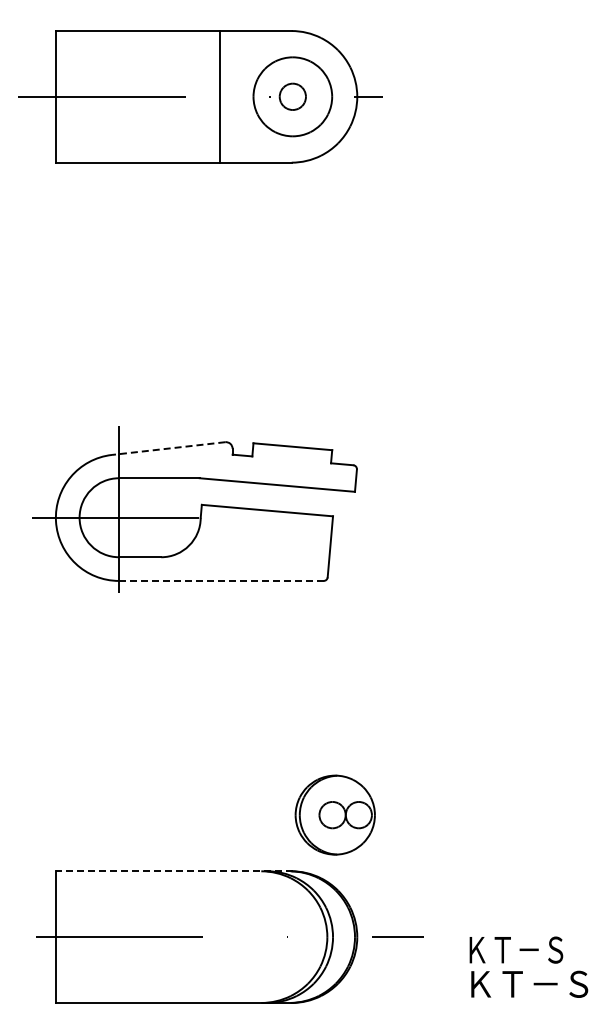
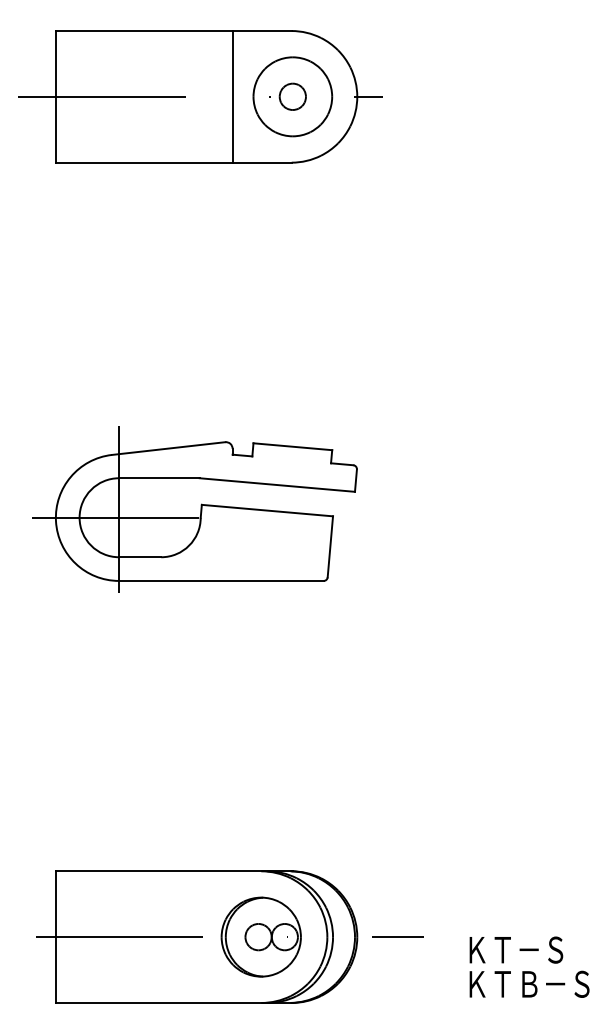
line at (219, 96) position: (219, 96) -> (232, 96)
line at (168, 448): dashed -> solid
line at (220, 580): dashed -> solid
part at (334, 814) position: (334, 814) -> (260, 936)
line at (173, 871): dashed -> solid
text at (529, 983): ＫＴ－Ｓ -> ＫＴＢ－Ｓ
